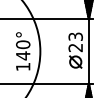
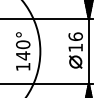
text at (75, 42): 23 -> 16
